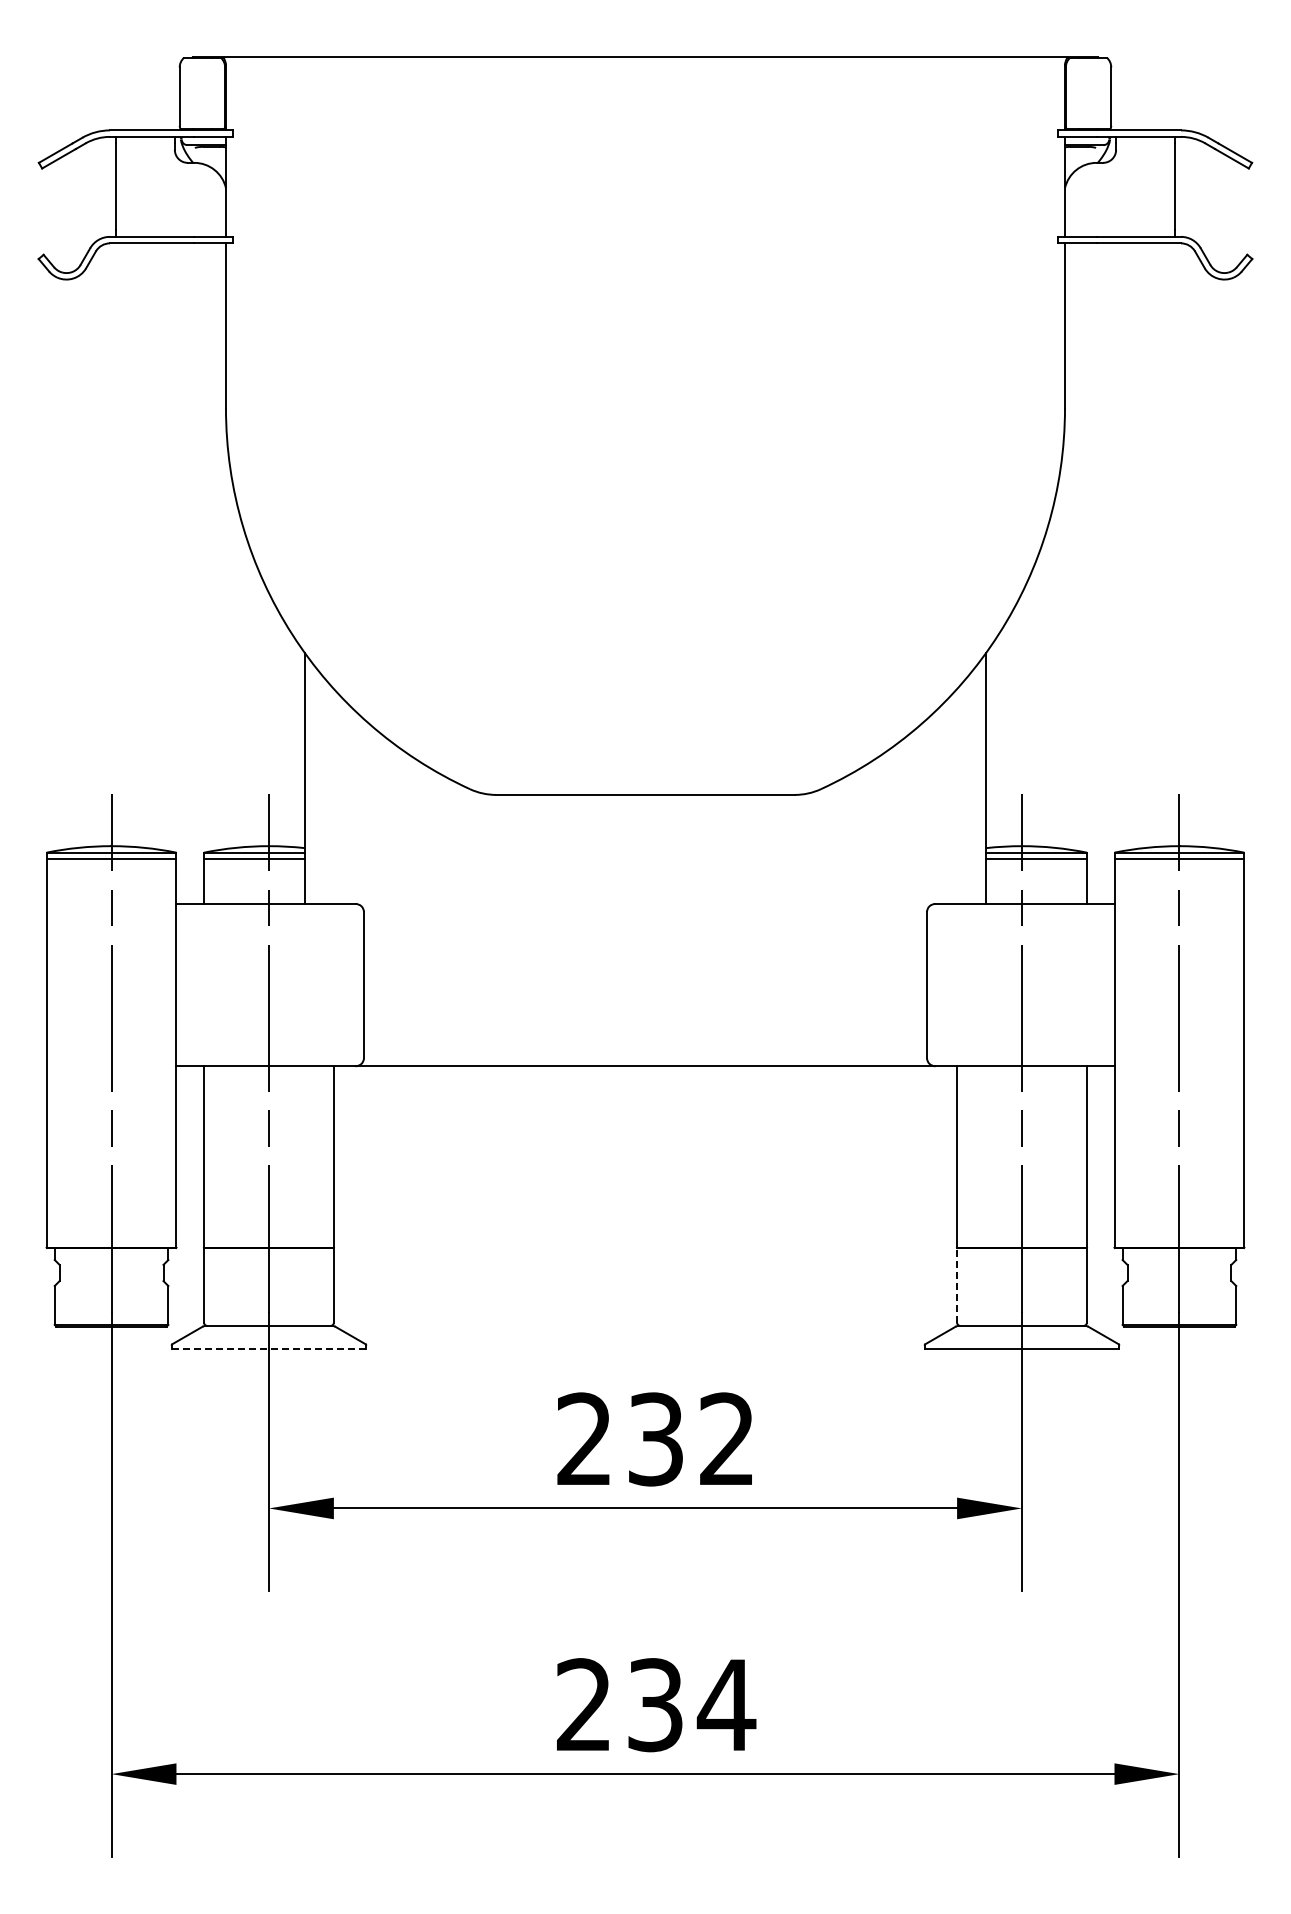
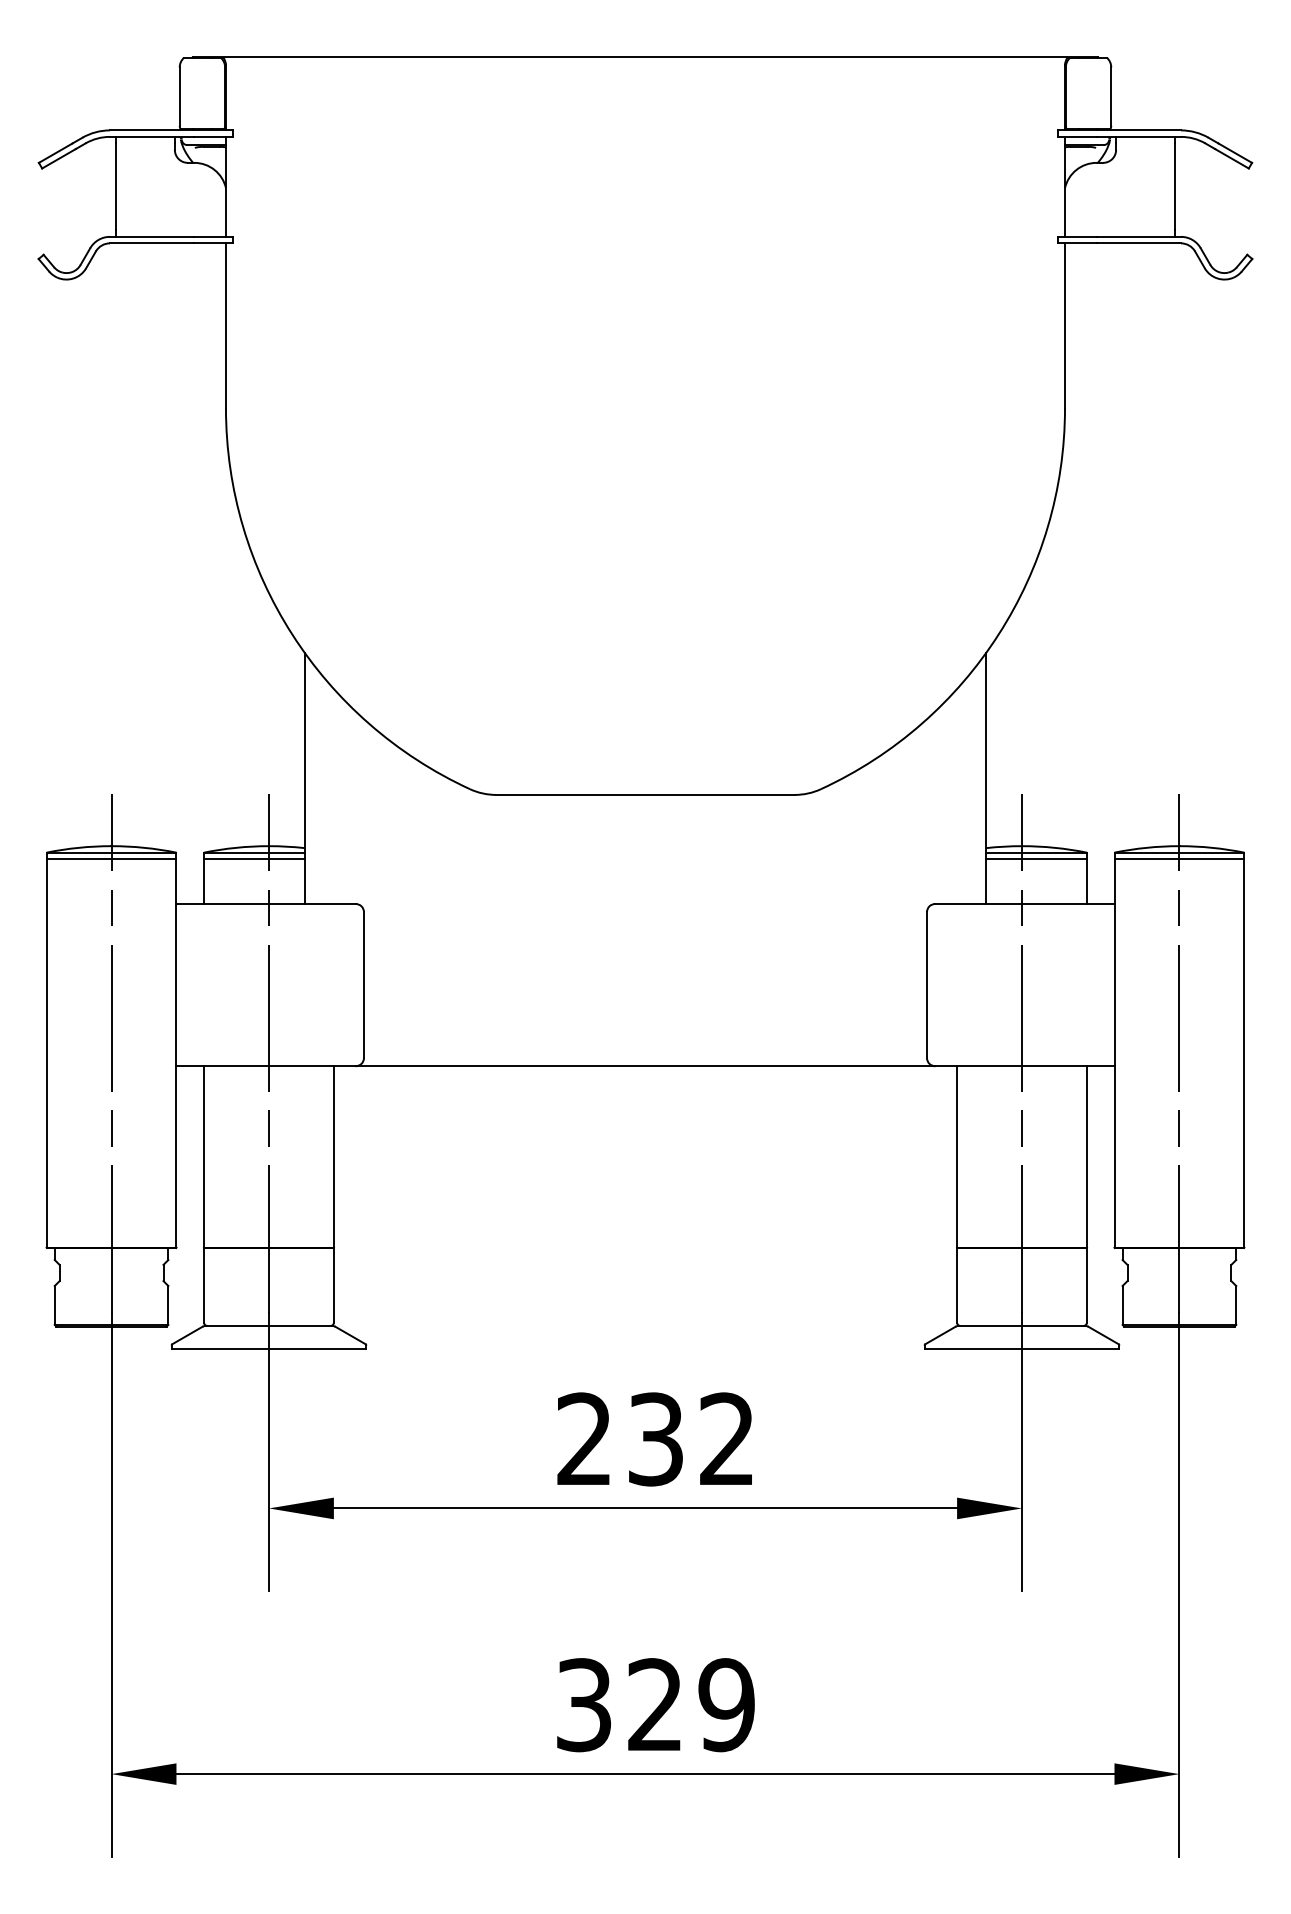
line at (957, 1284): dashed -> solid
line at (269, 1348): dashed -> solid
text at (656, 1705): 234 -> 329
